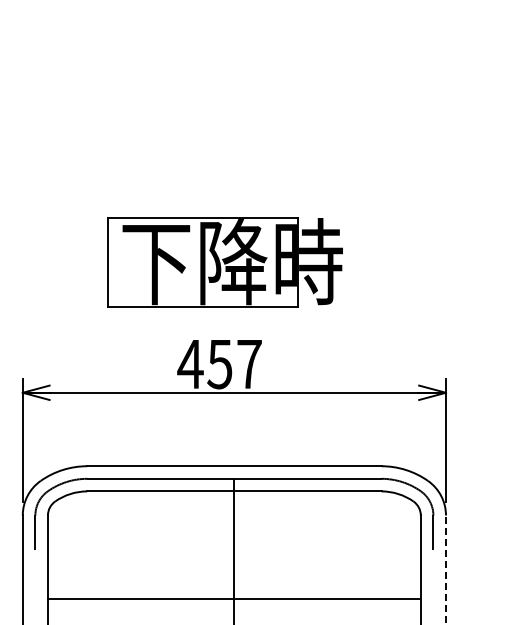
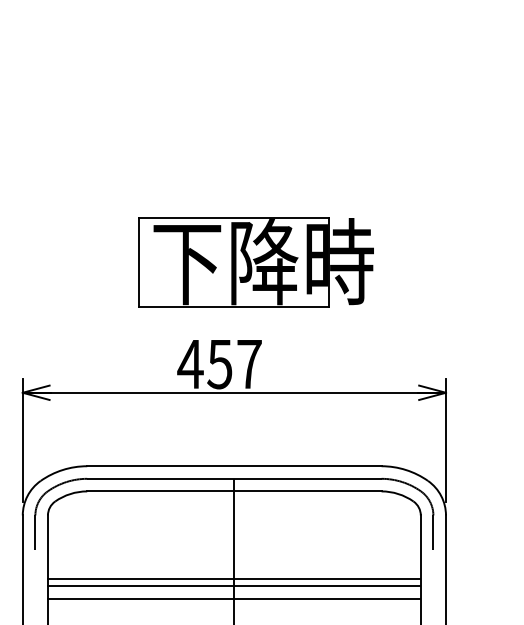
part at (224, 262) position: (224, 262) -> (255, 262)
line at (445, 569): dashed -> solid
line at (234, 578): none -> present
line at (234, 586): none -> present
